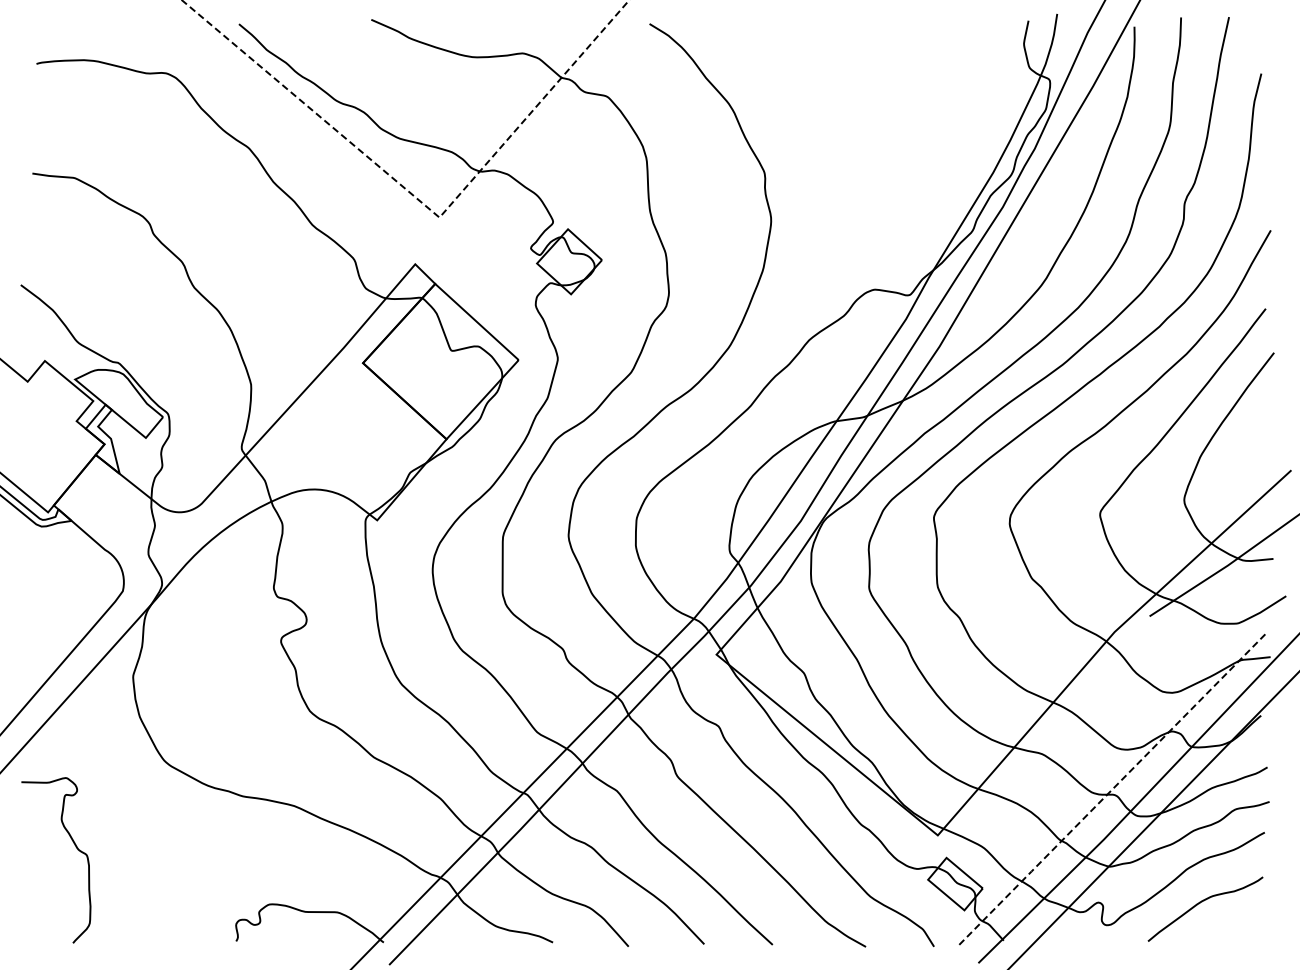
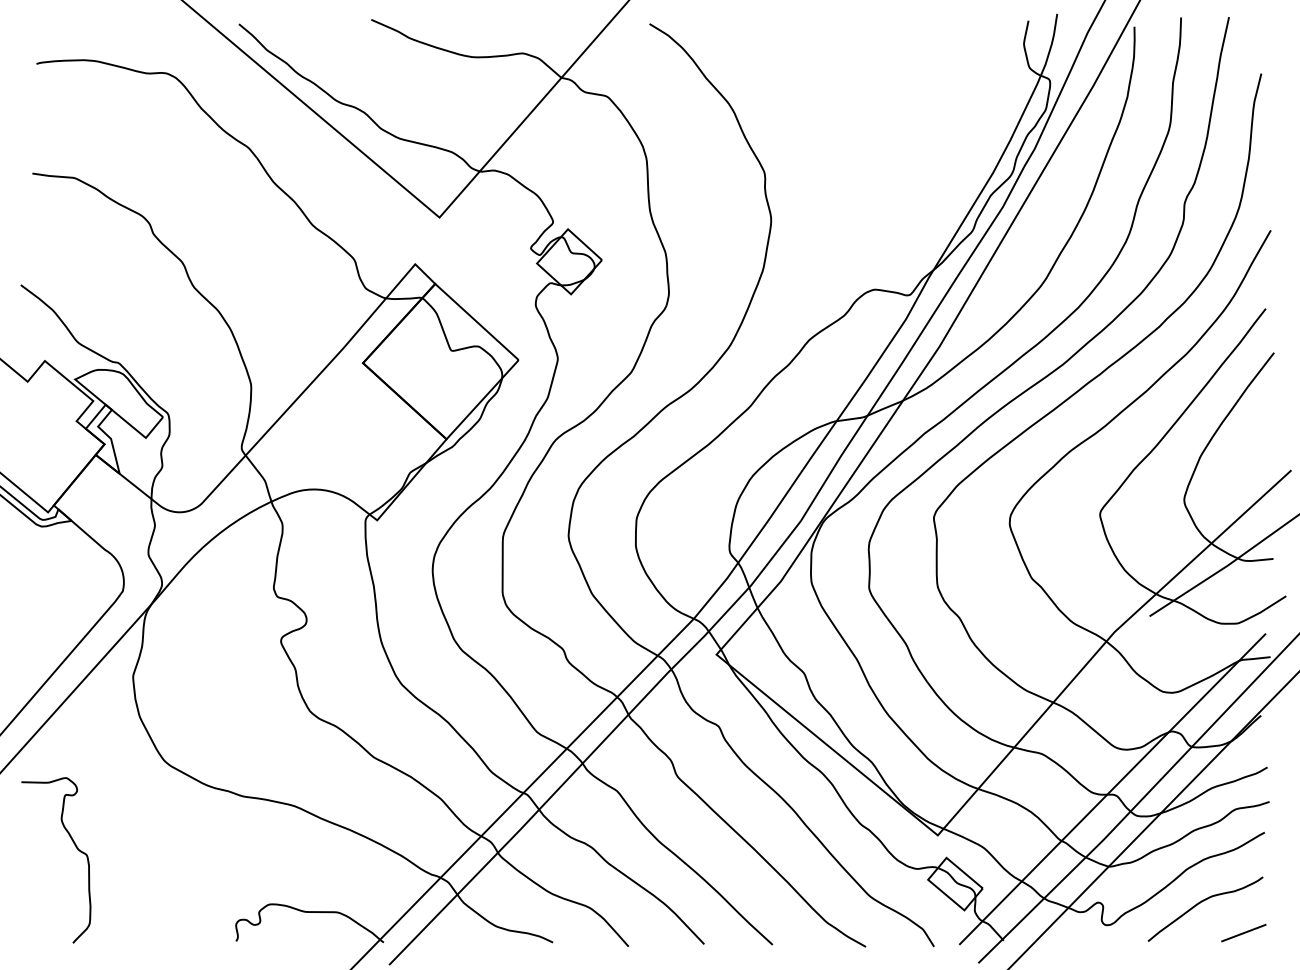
line at (421, 202): dashed -> solid
line at (1112, 789): dashed -> solid
line at (1243, 933): none -> present
